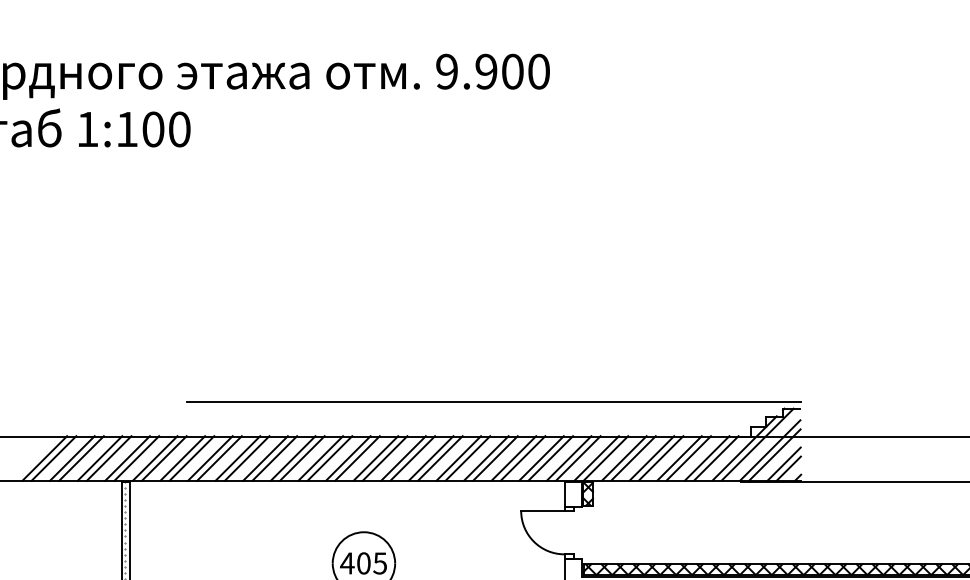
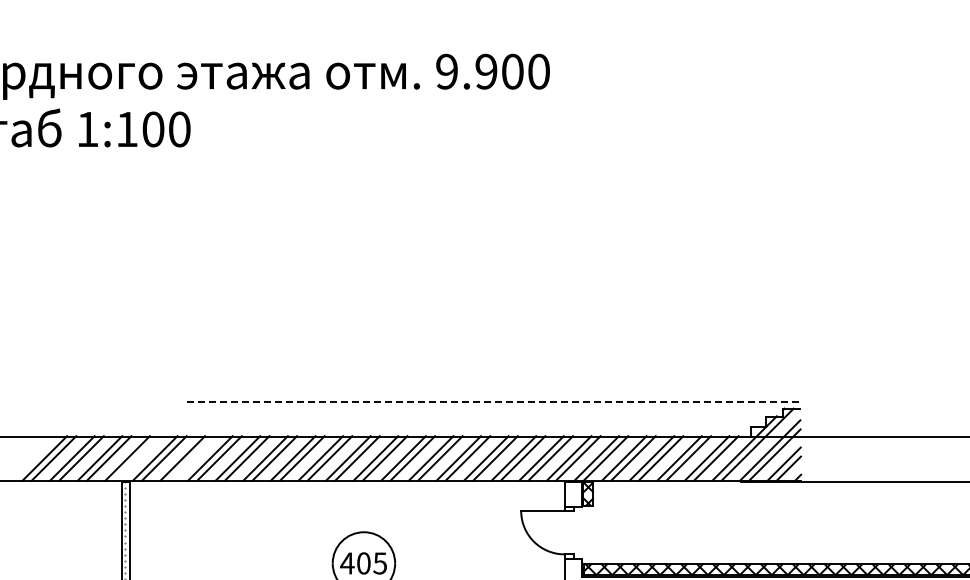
line at (494, 401): solid -> dashed
line at (136, 458): present -> none
line at (191, 458): present -> none
